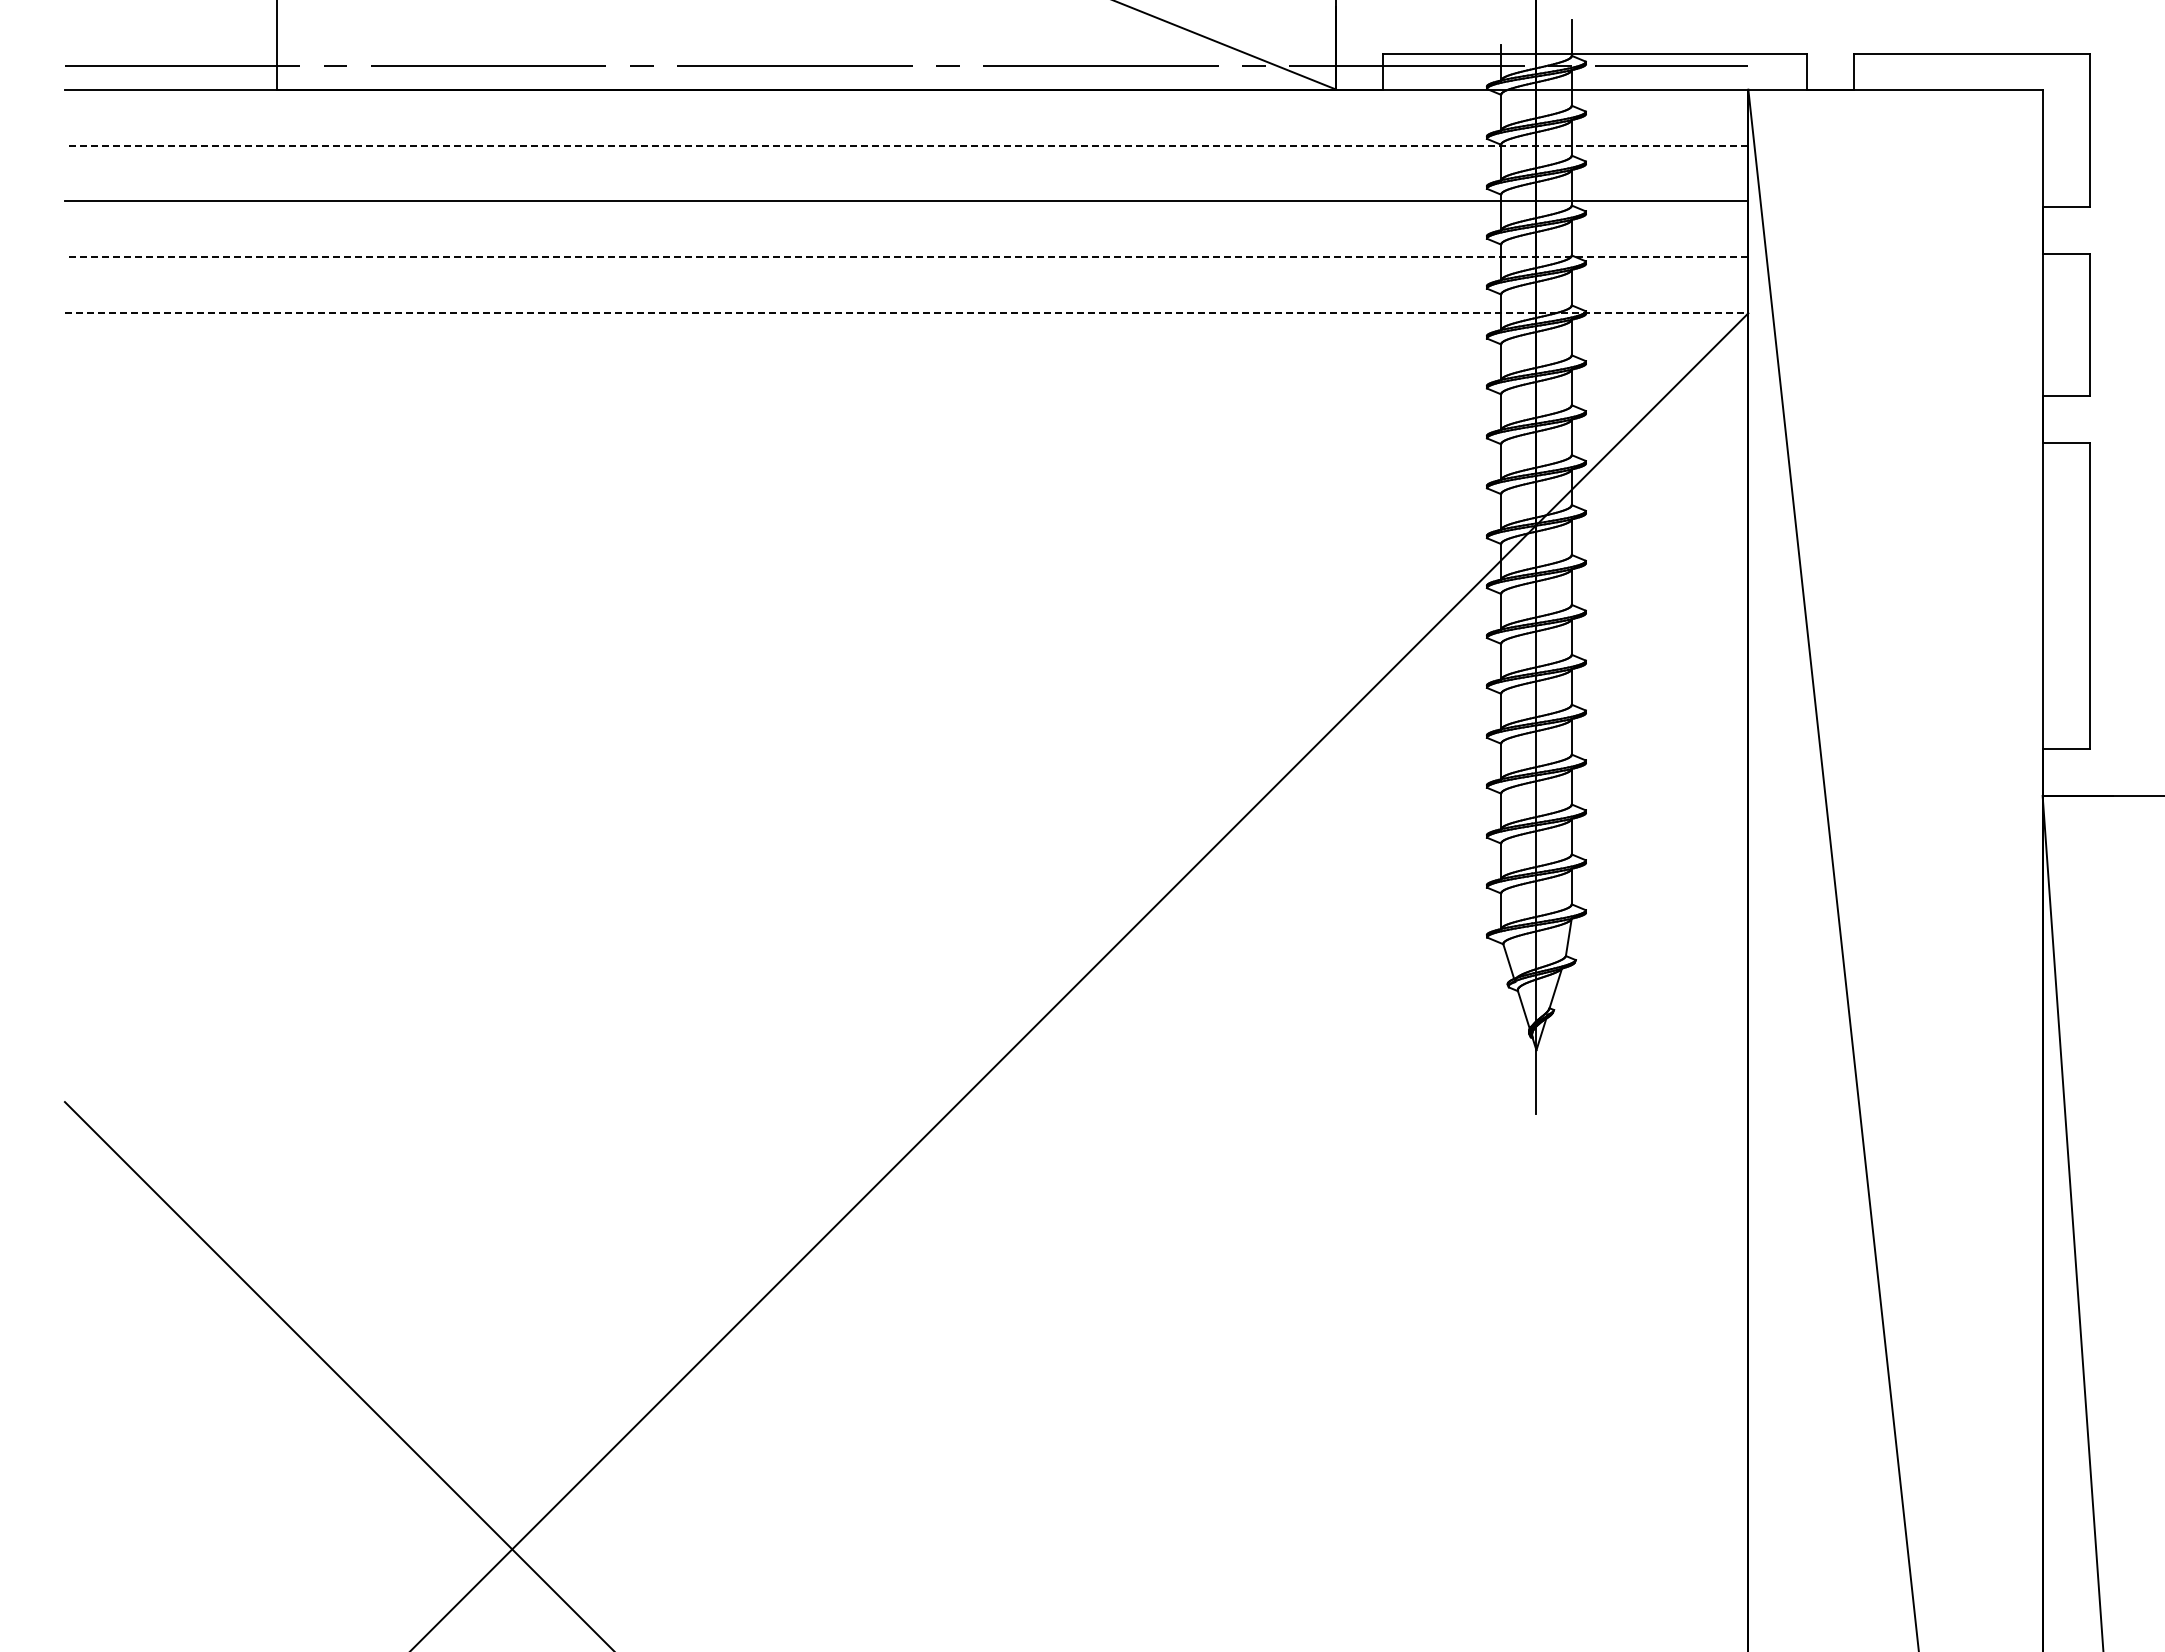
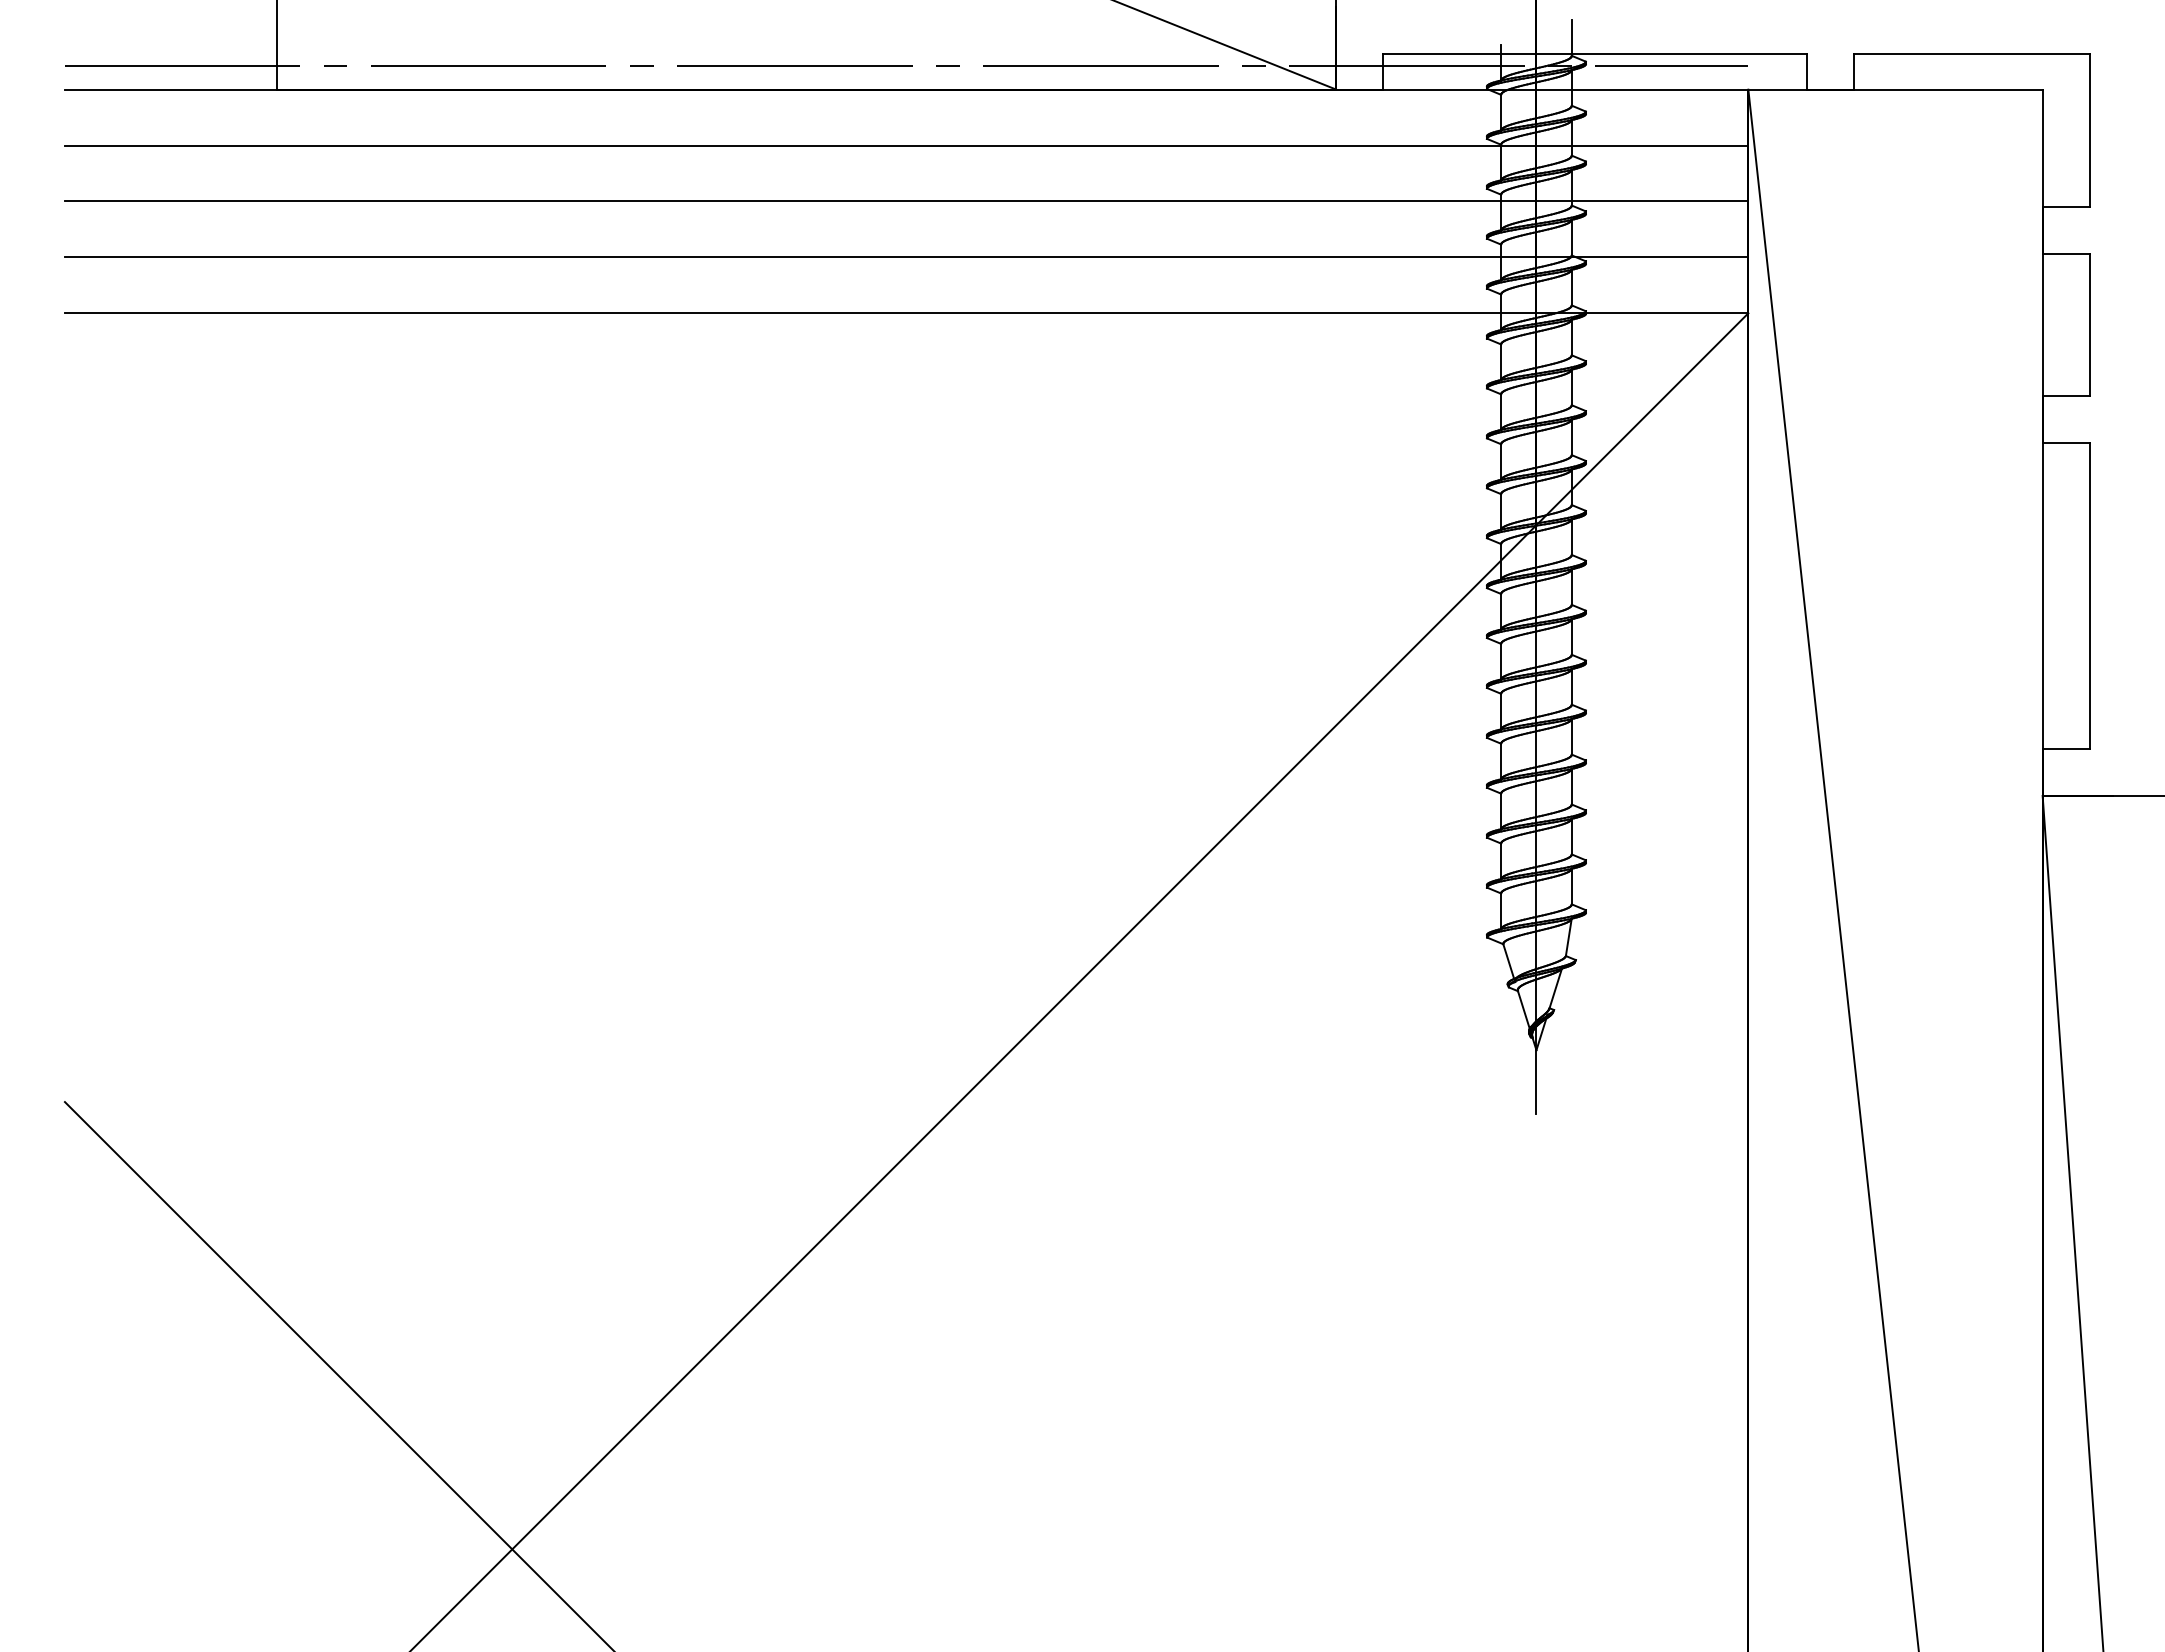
line at (906, 145): dashed -> solid
line at (906, 257): dashed -> solid
line at (906, 313): dashed -> solid
